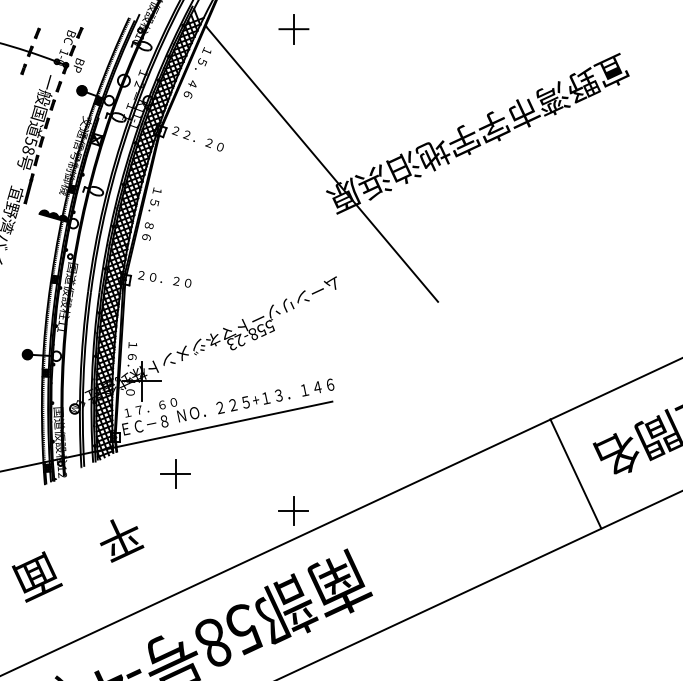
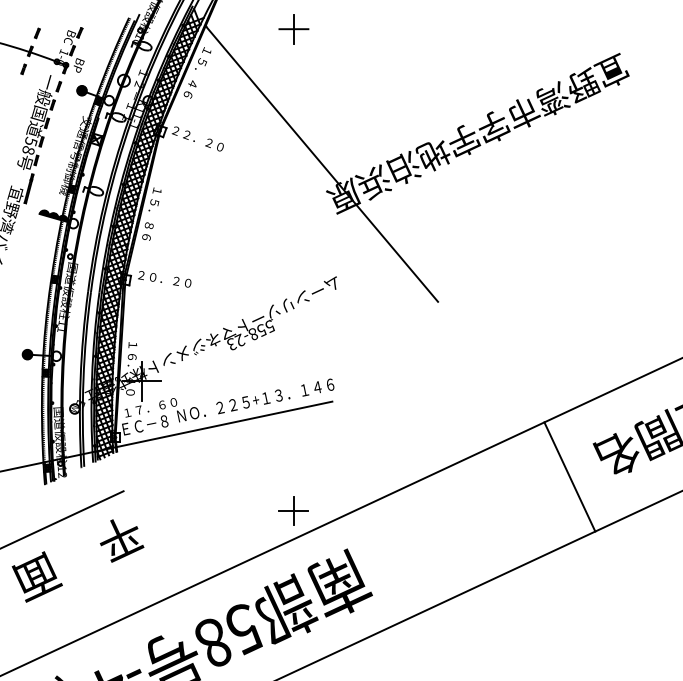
part at (175, 473): present -> none
line at (575, 473) position: (575, 473) -> (569, 476)
line at (62, 519): none -> present
